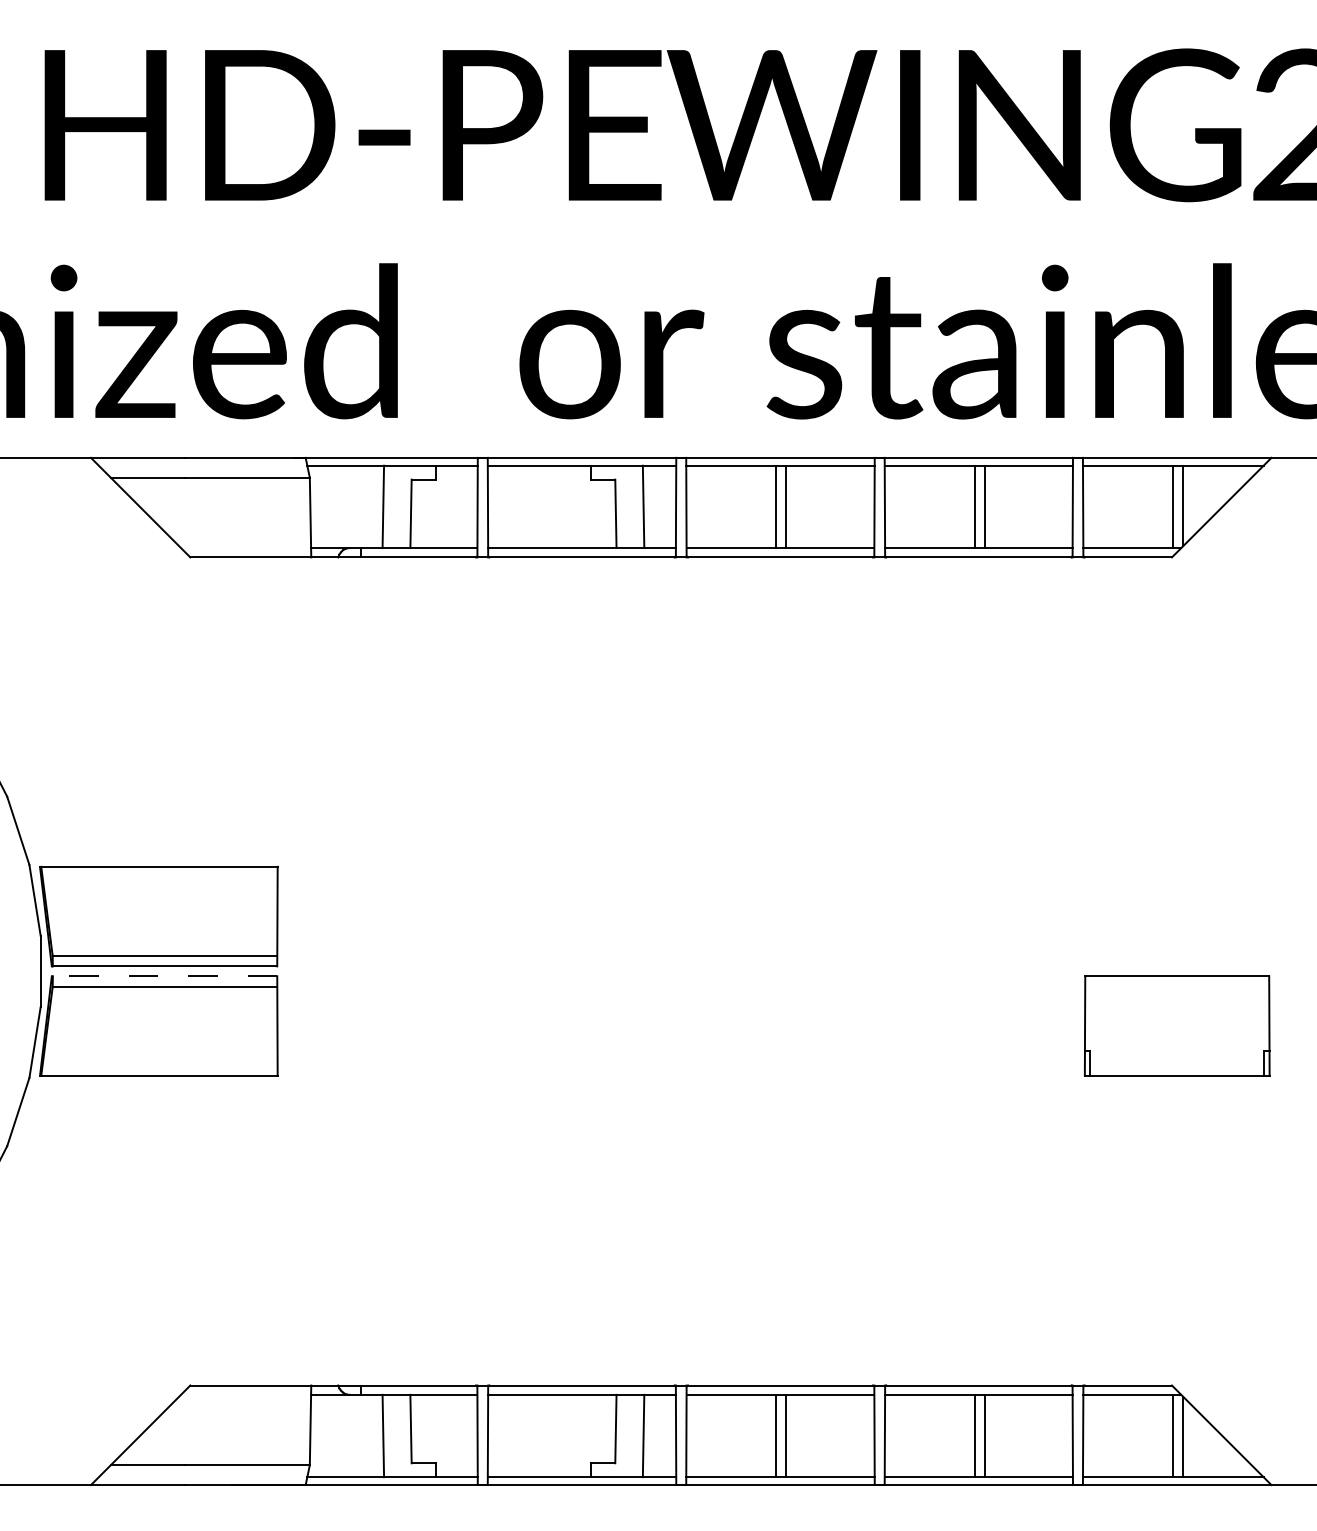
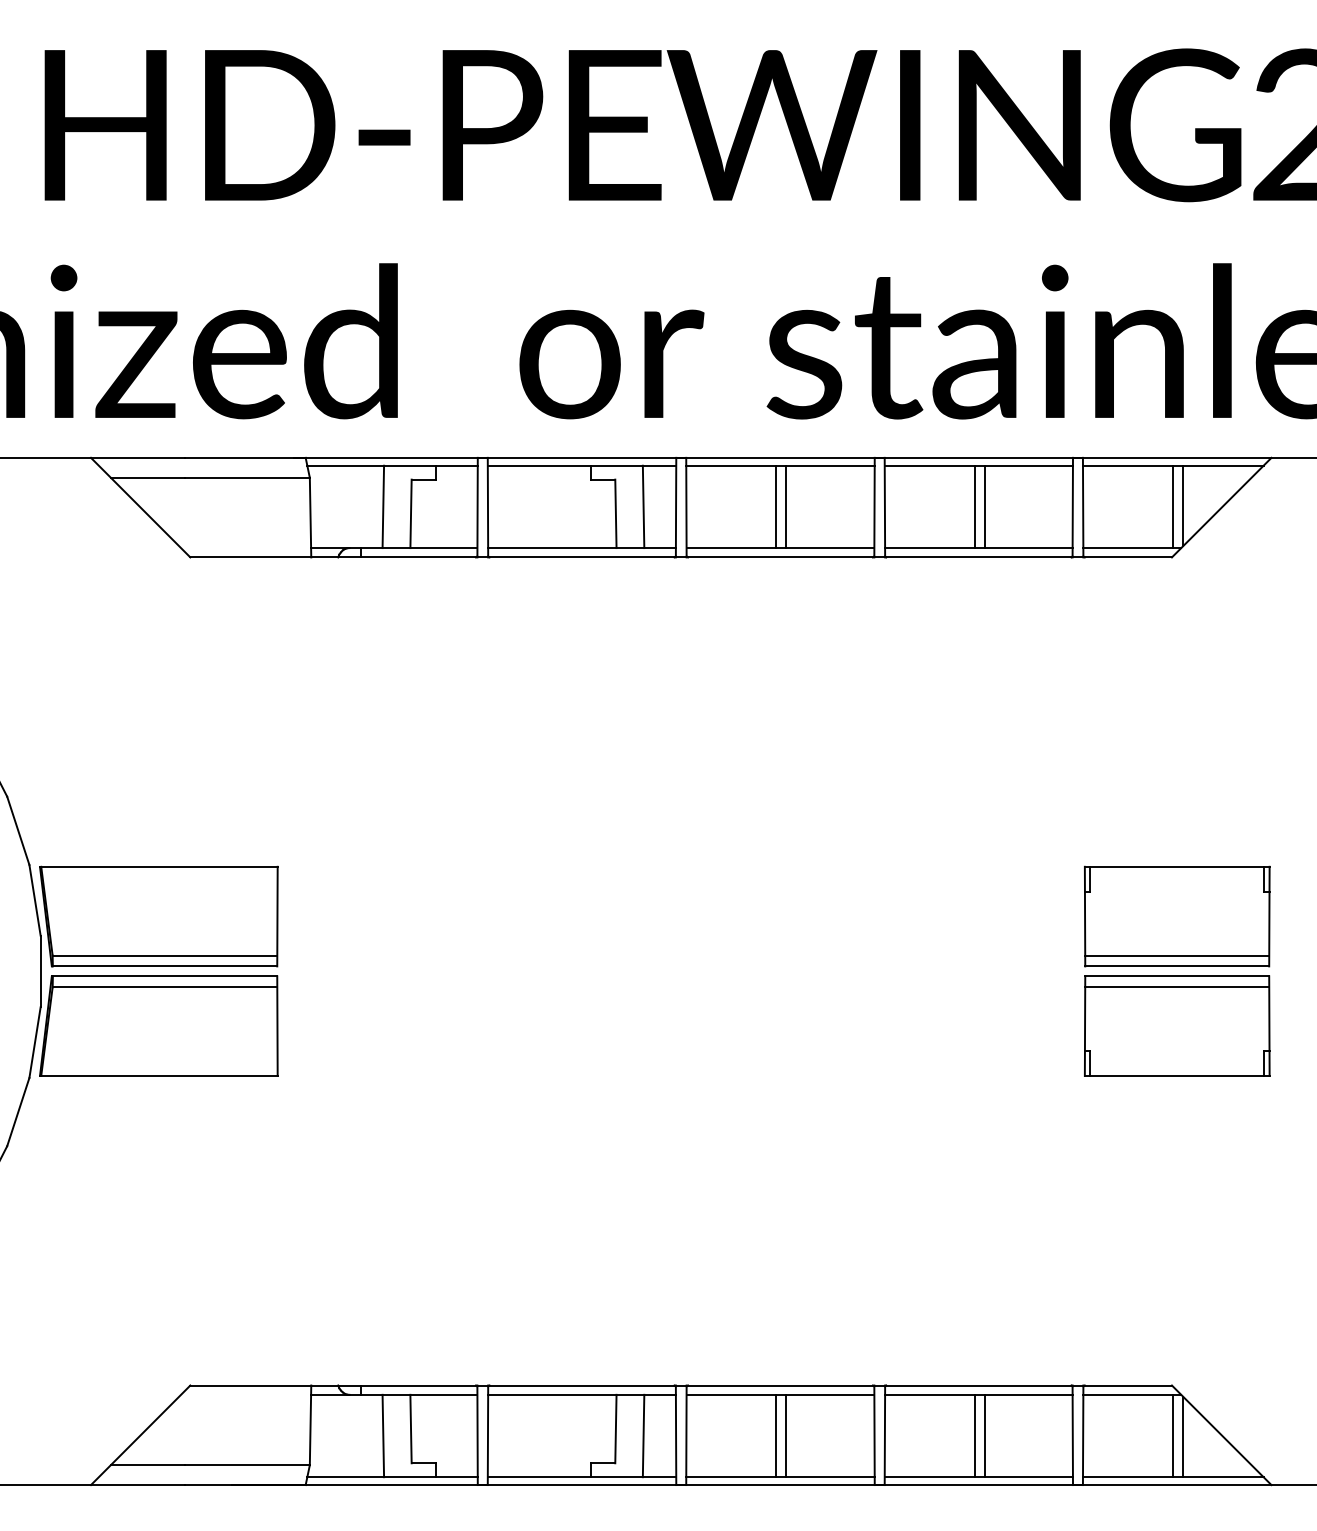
part at (1177, 916): none -> present
line at (164, 976): dashed -> solid
line at (1177, 987): none -> present
